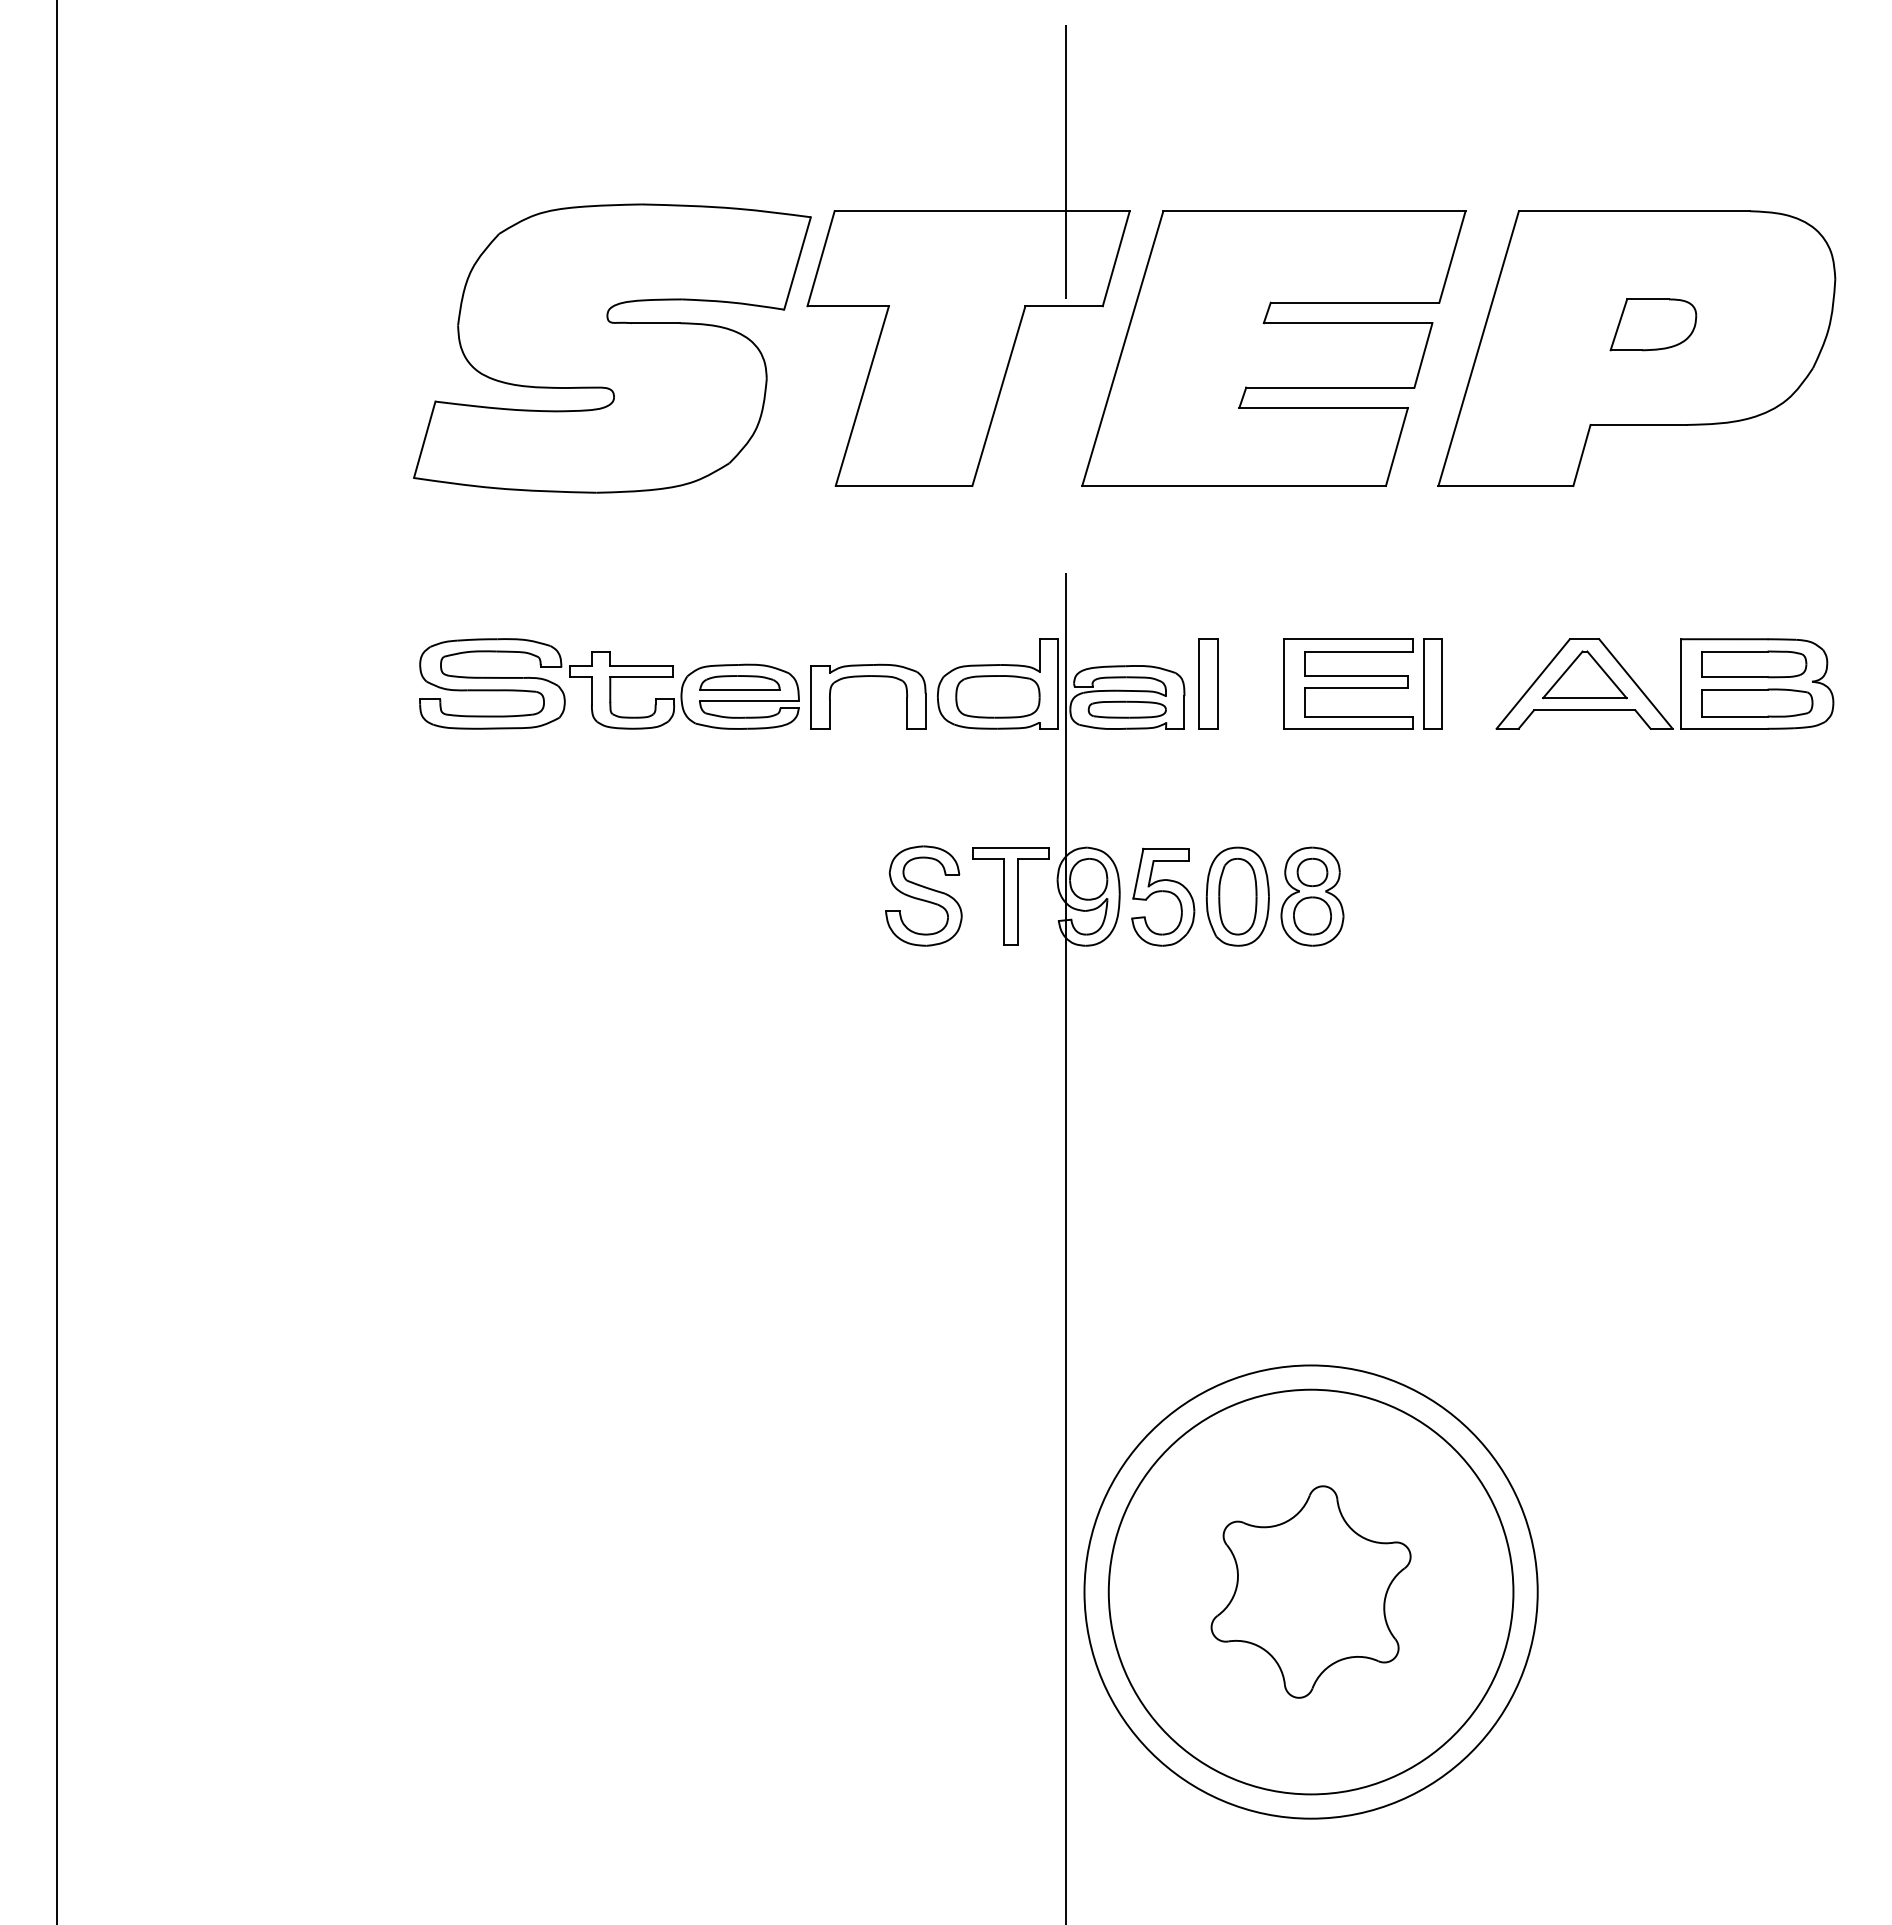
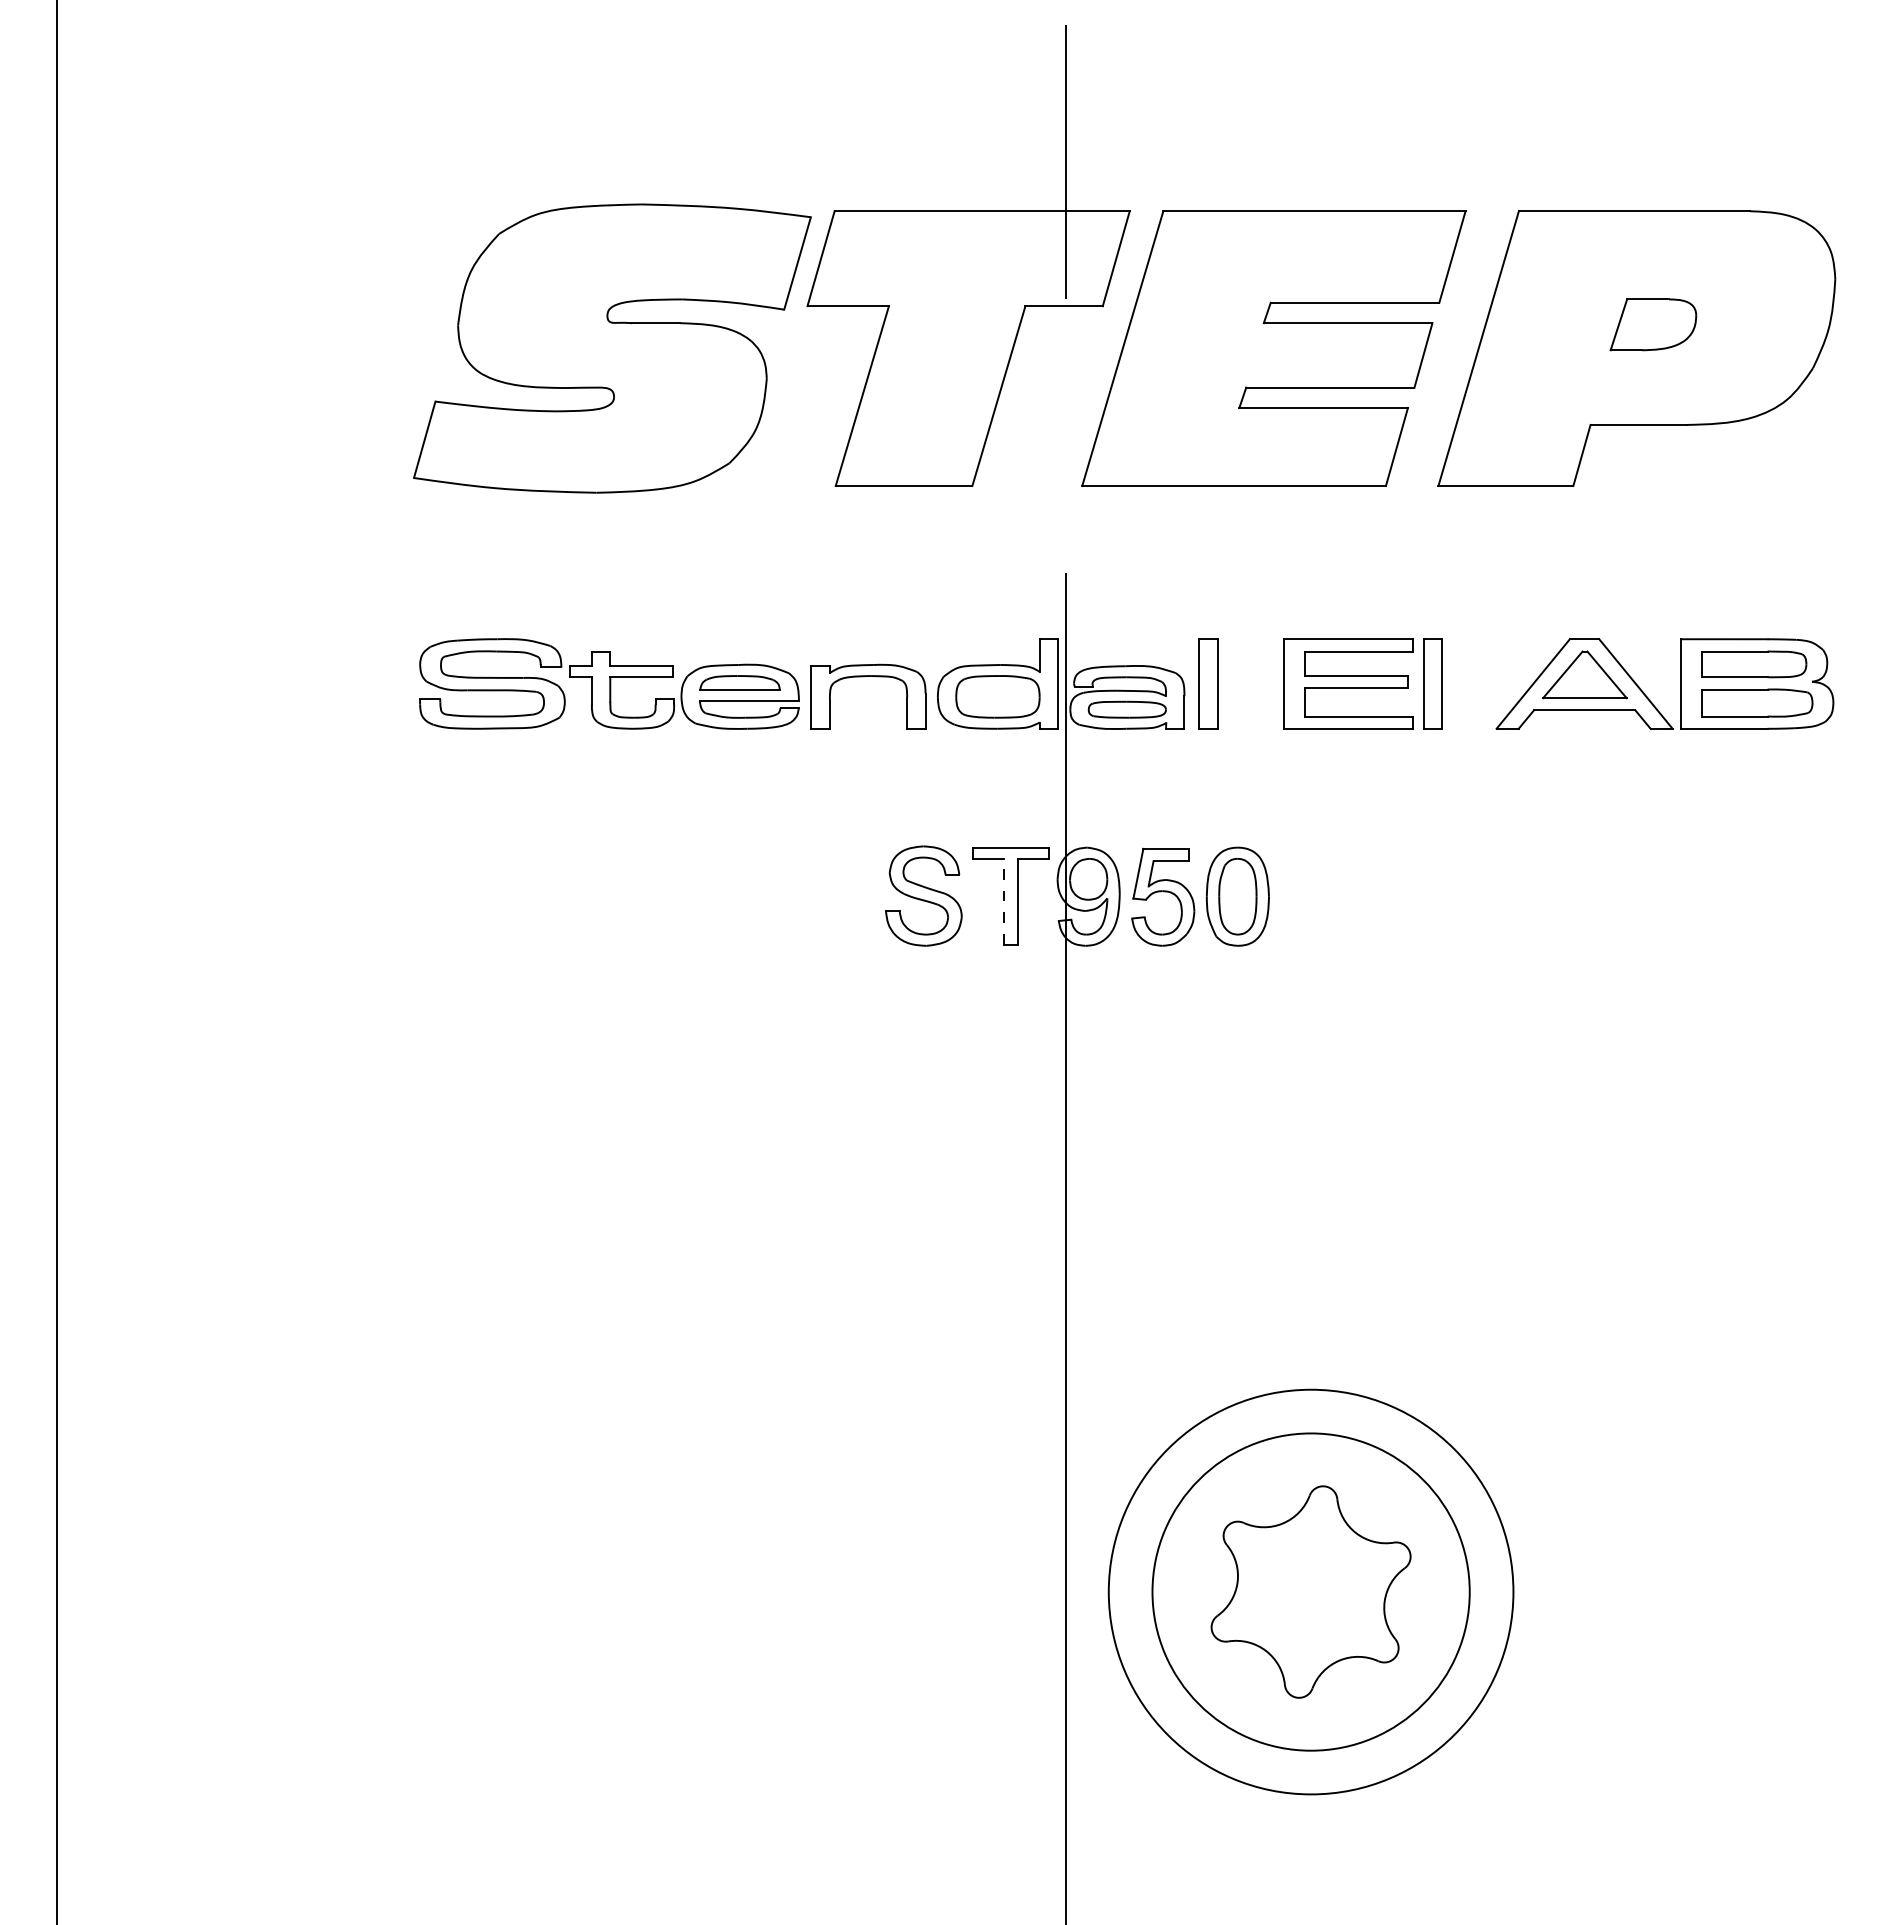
part at (1312, 896): present -> none
line at (1004, 901): solid -> dashed
circle at (1310, 1591) diameter: 453 px -> 317 px
